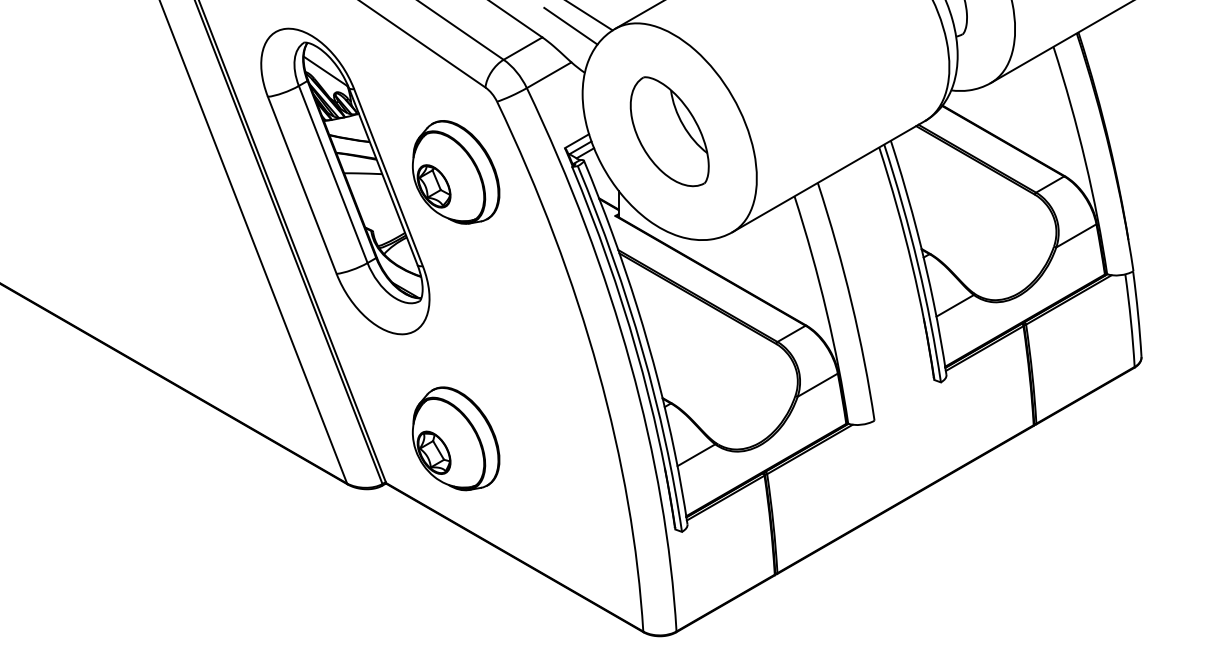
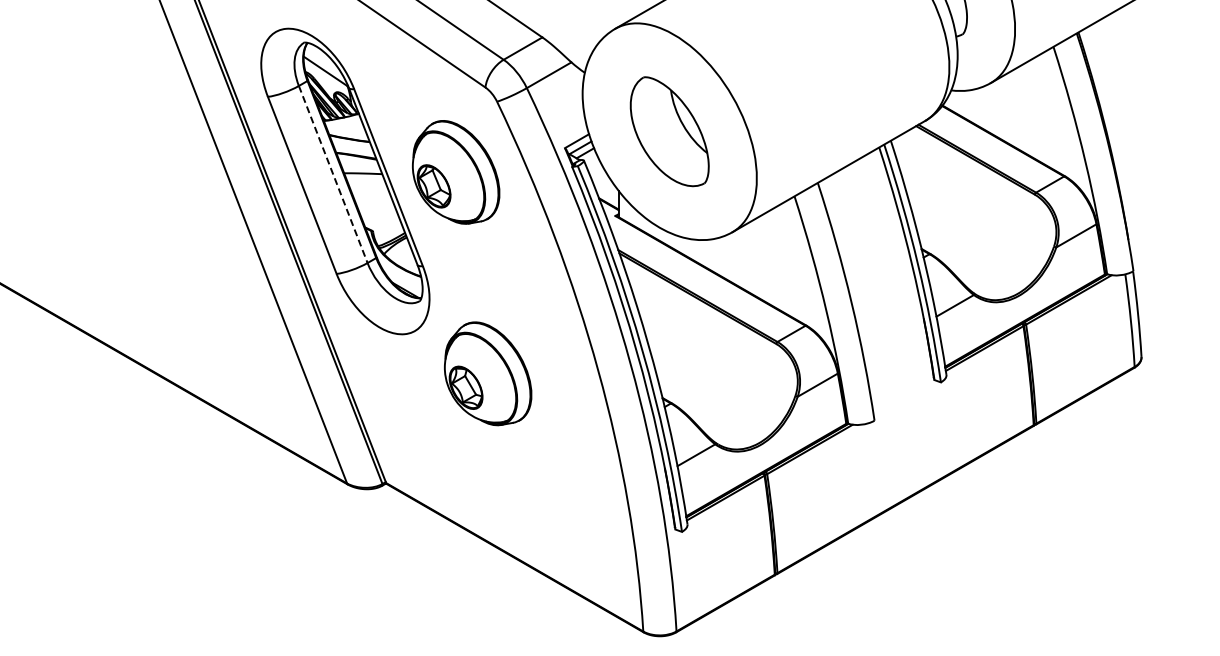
line at (590, 16): present -> none
line at (570, 25): present -> none
line at (333, 174): solid -> dashed
part at (456, 438) position: (456, 438) -> (488, 373)
